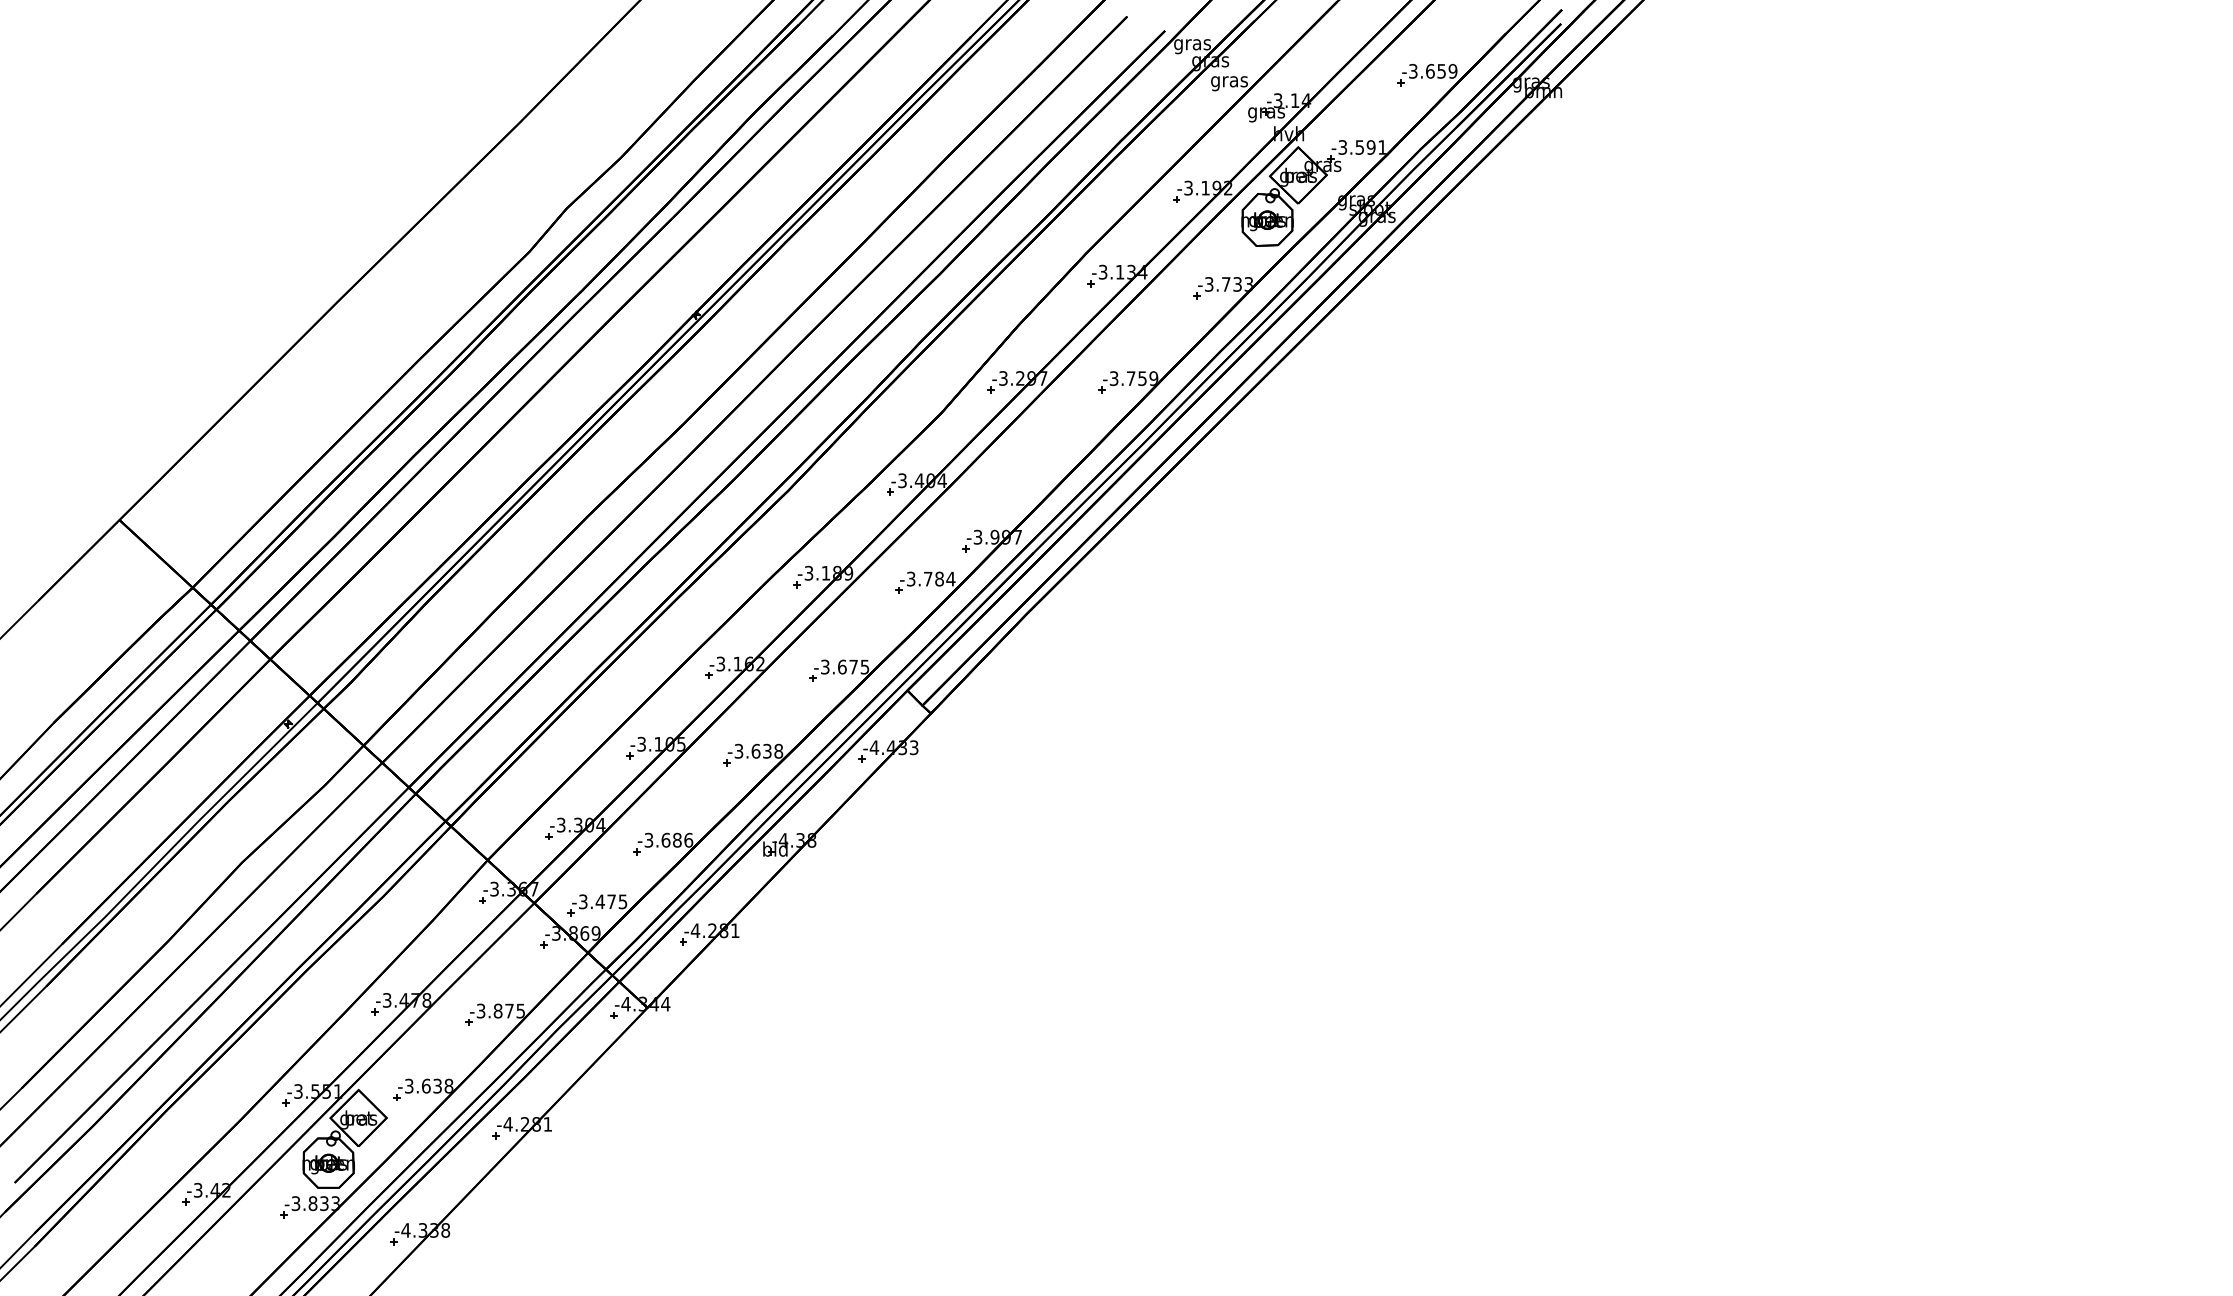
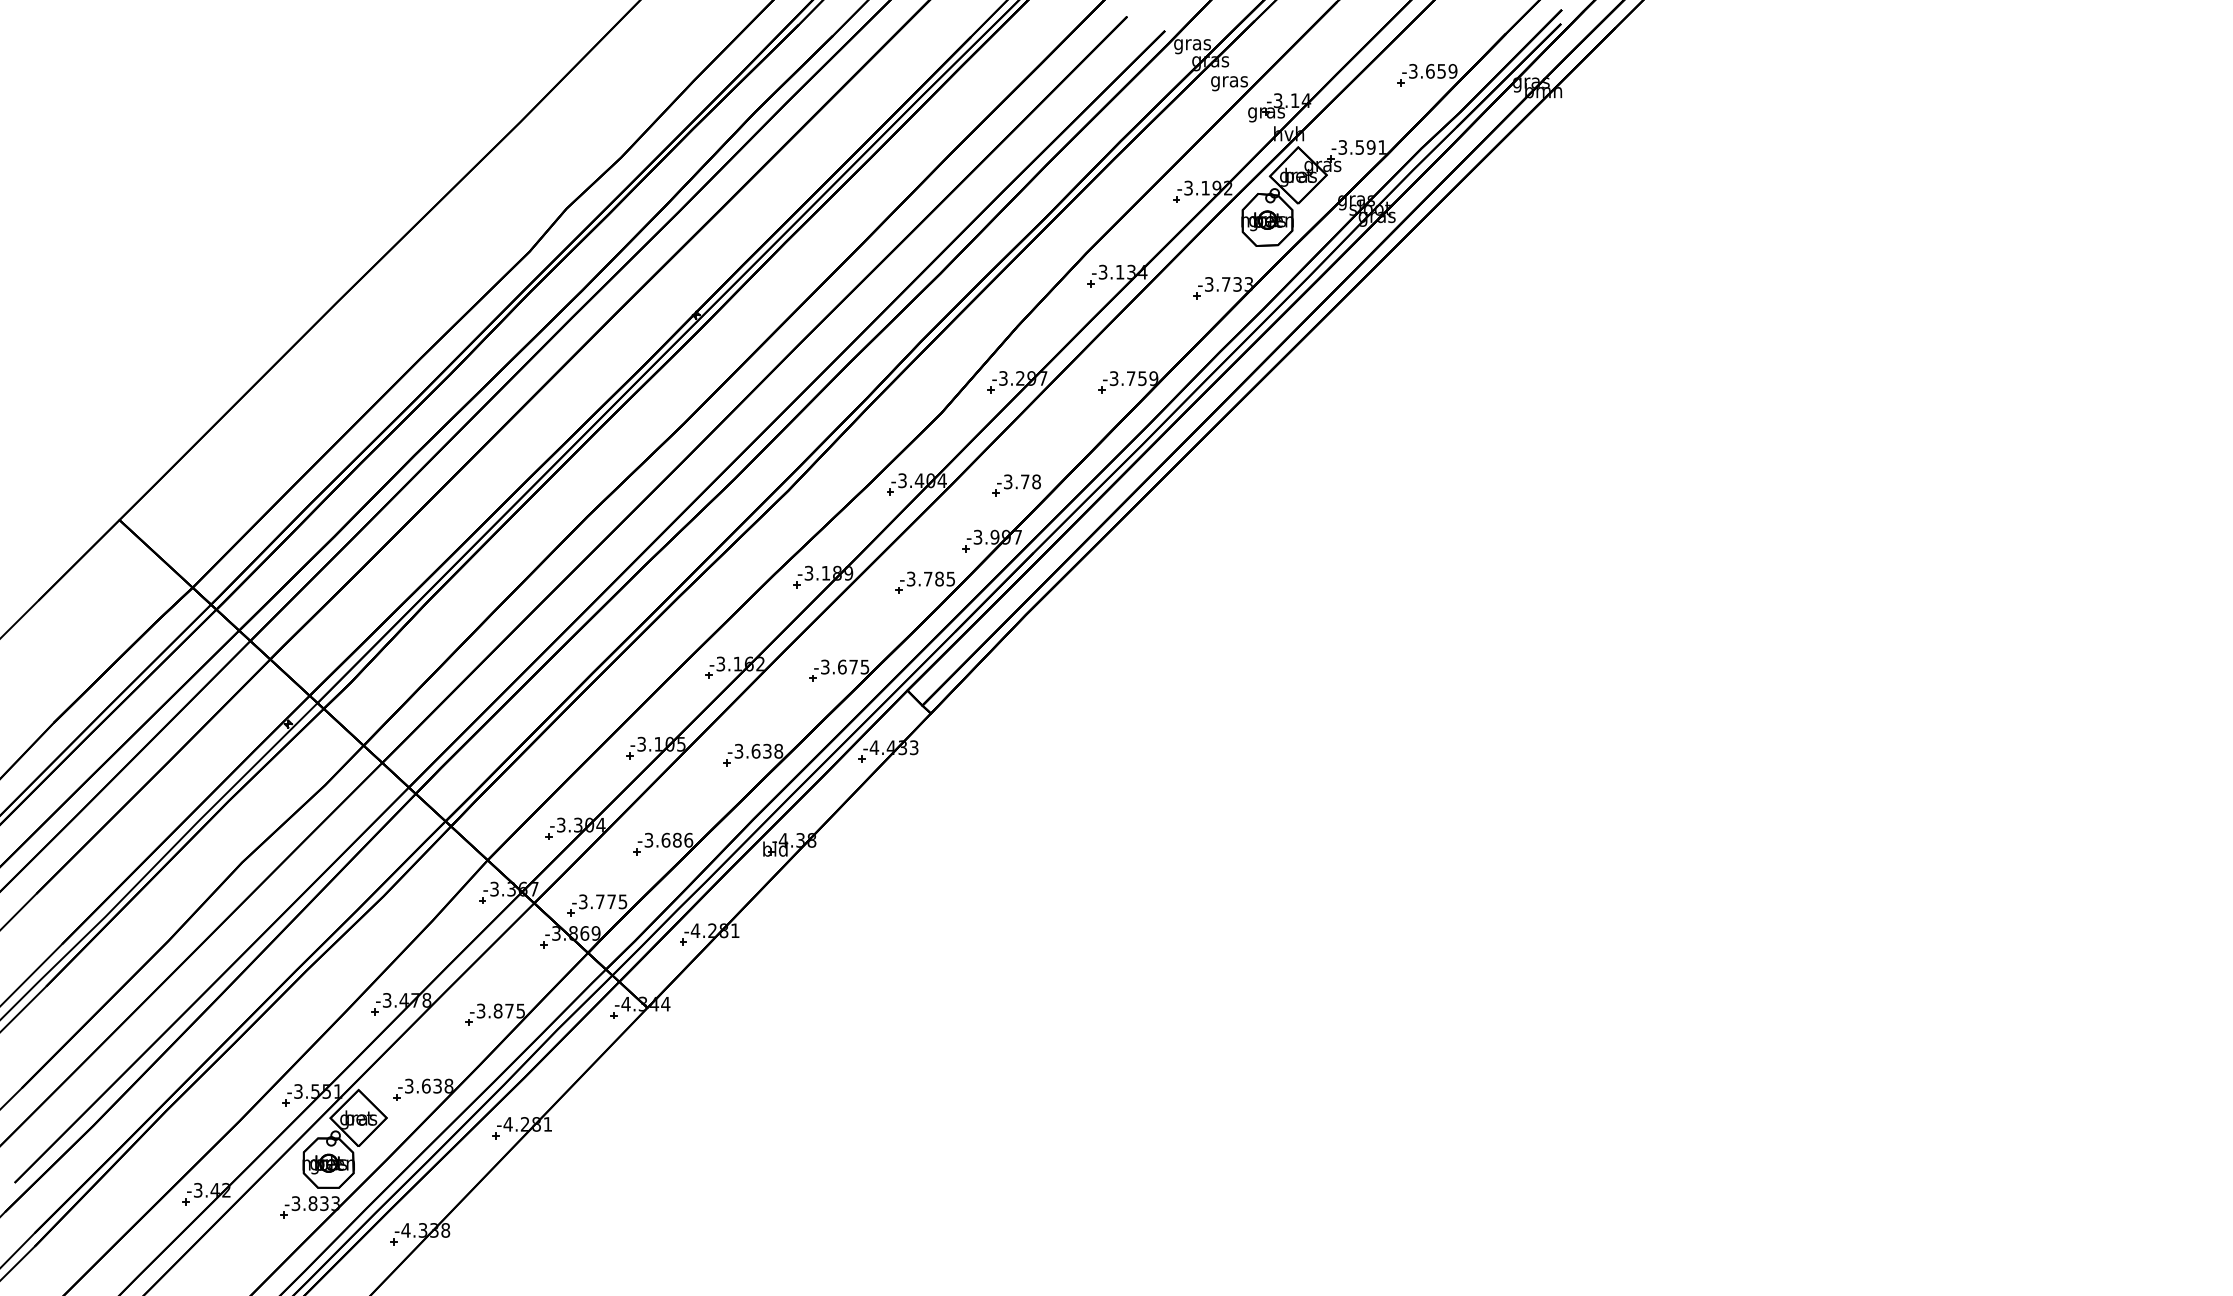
part at (1016, 485): none -> present
text at (950, 578): -3.784 -> -3.785
text at (599, 901): -3.475 -> -3.775
